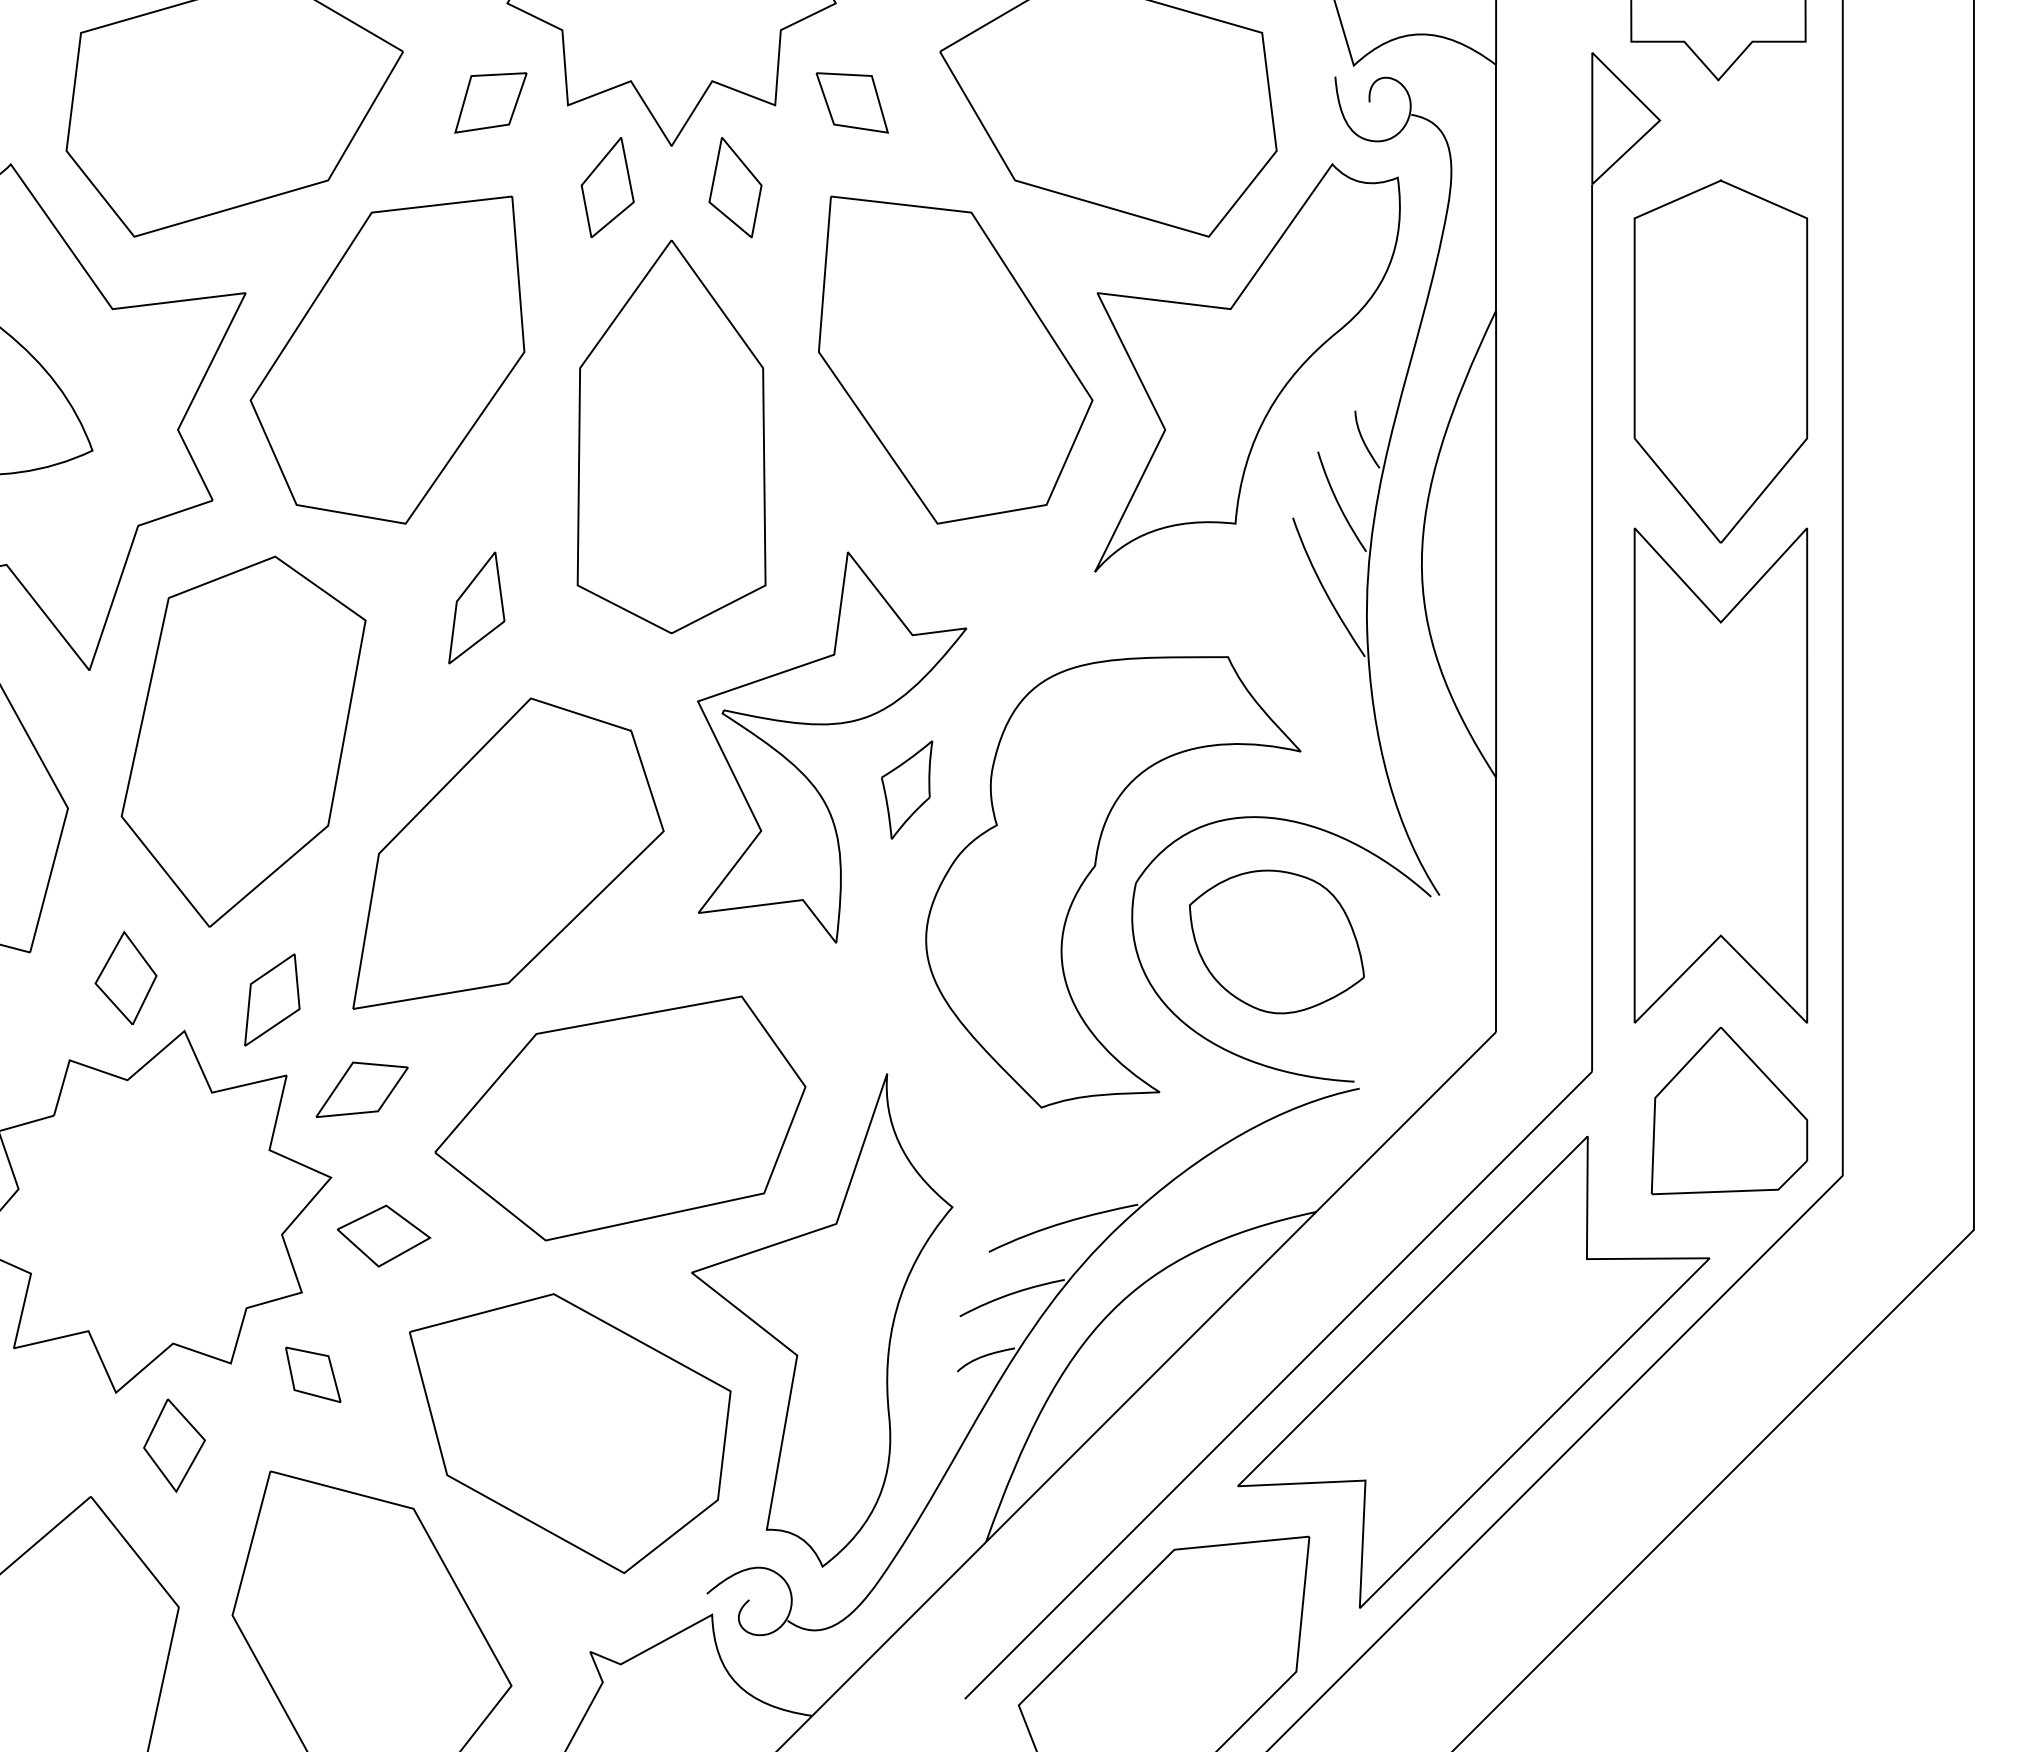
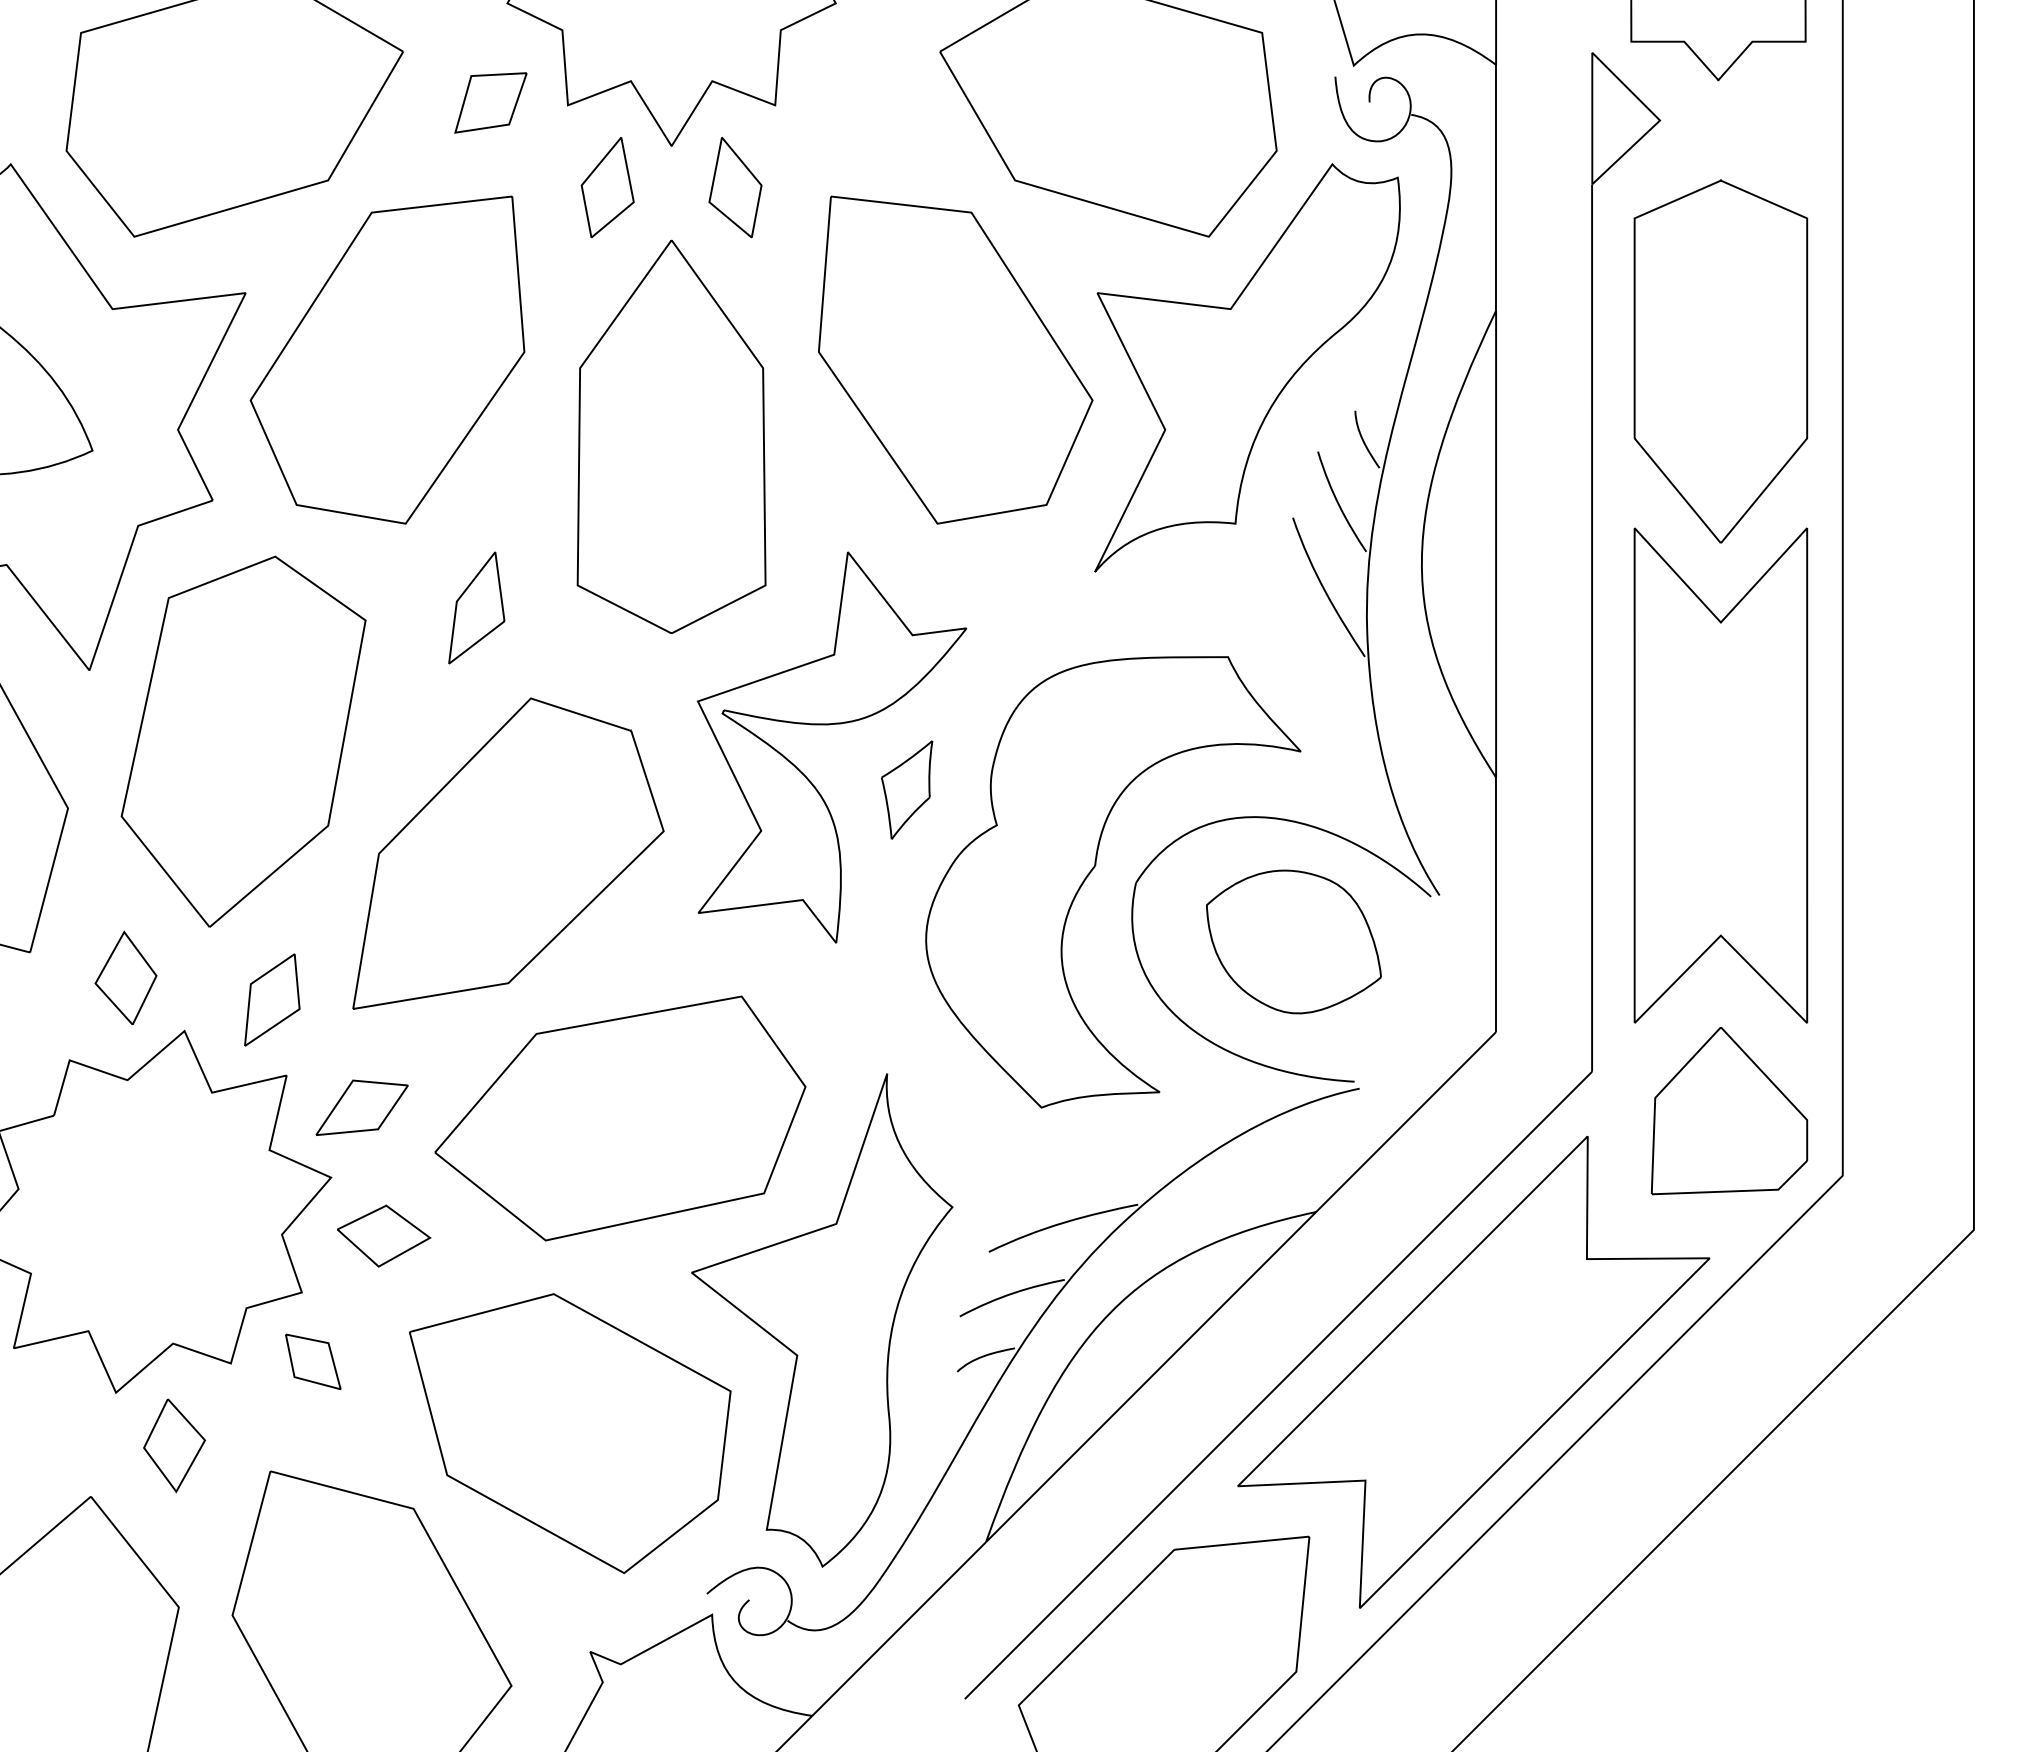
part at (851, 102): present -> none
part at (1276, 941) position: (1276, 941) -> (1293, 941)
part at (361, 1089) position: (361, 1089) -> (361, 1107)
part at (313, 1374) position: (313, 1374) -> (313, 1361)
